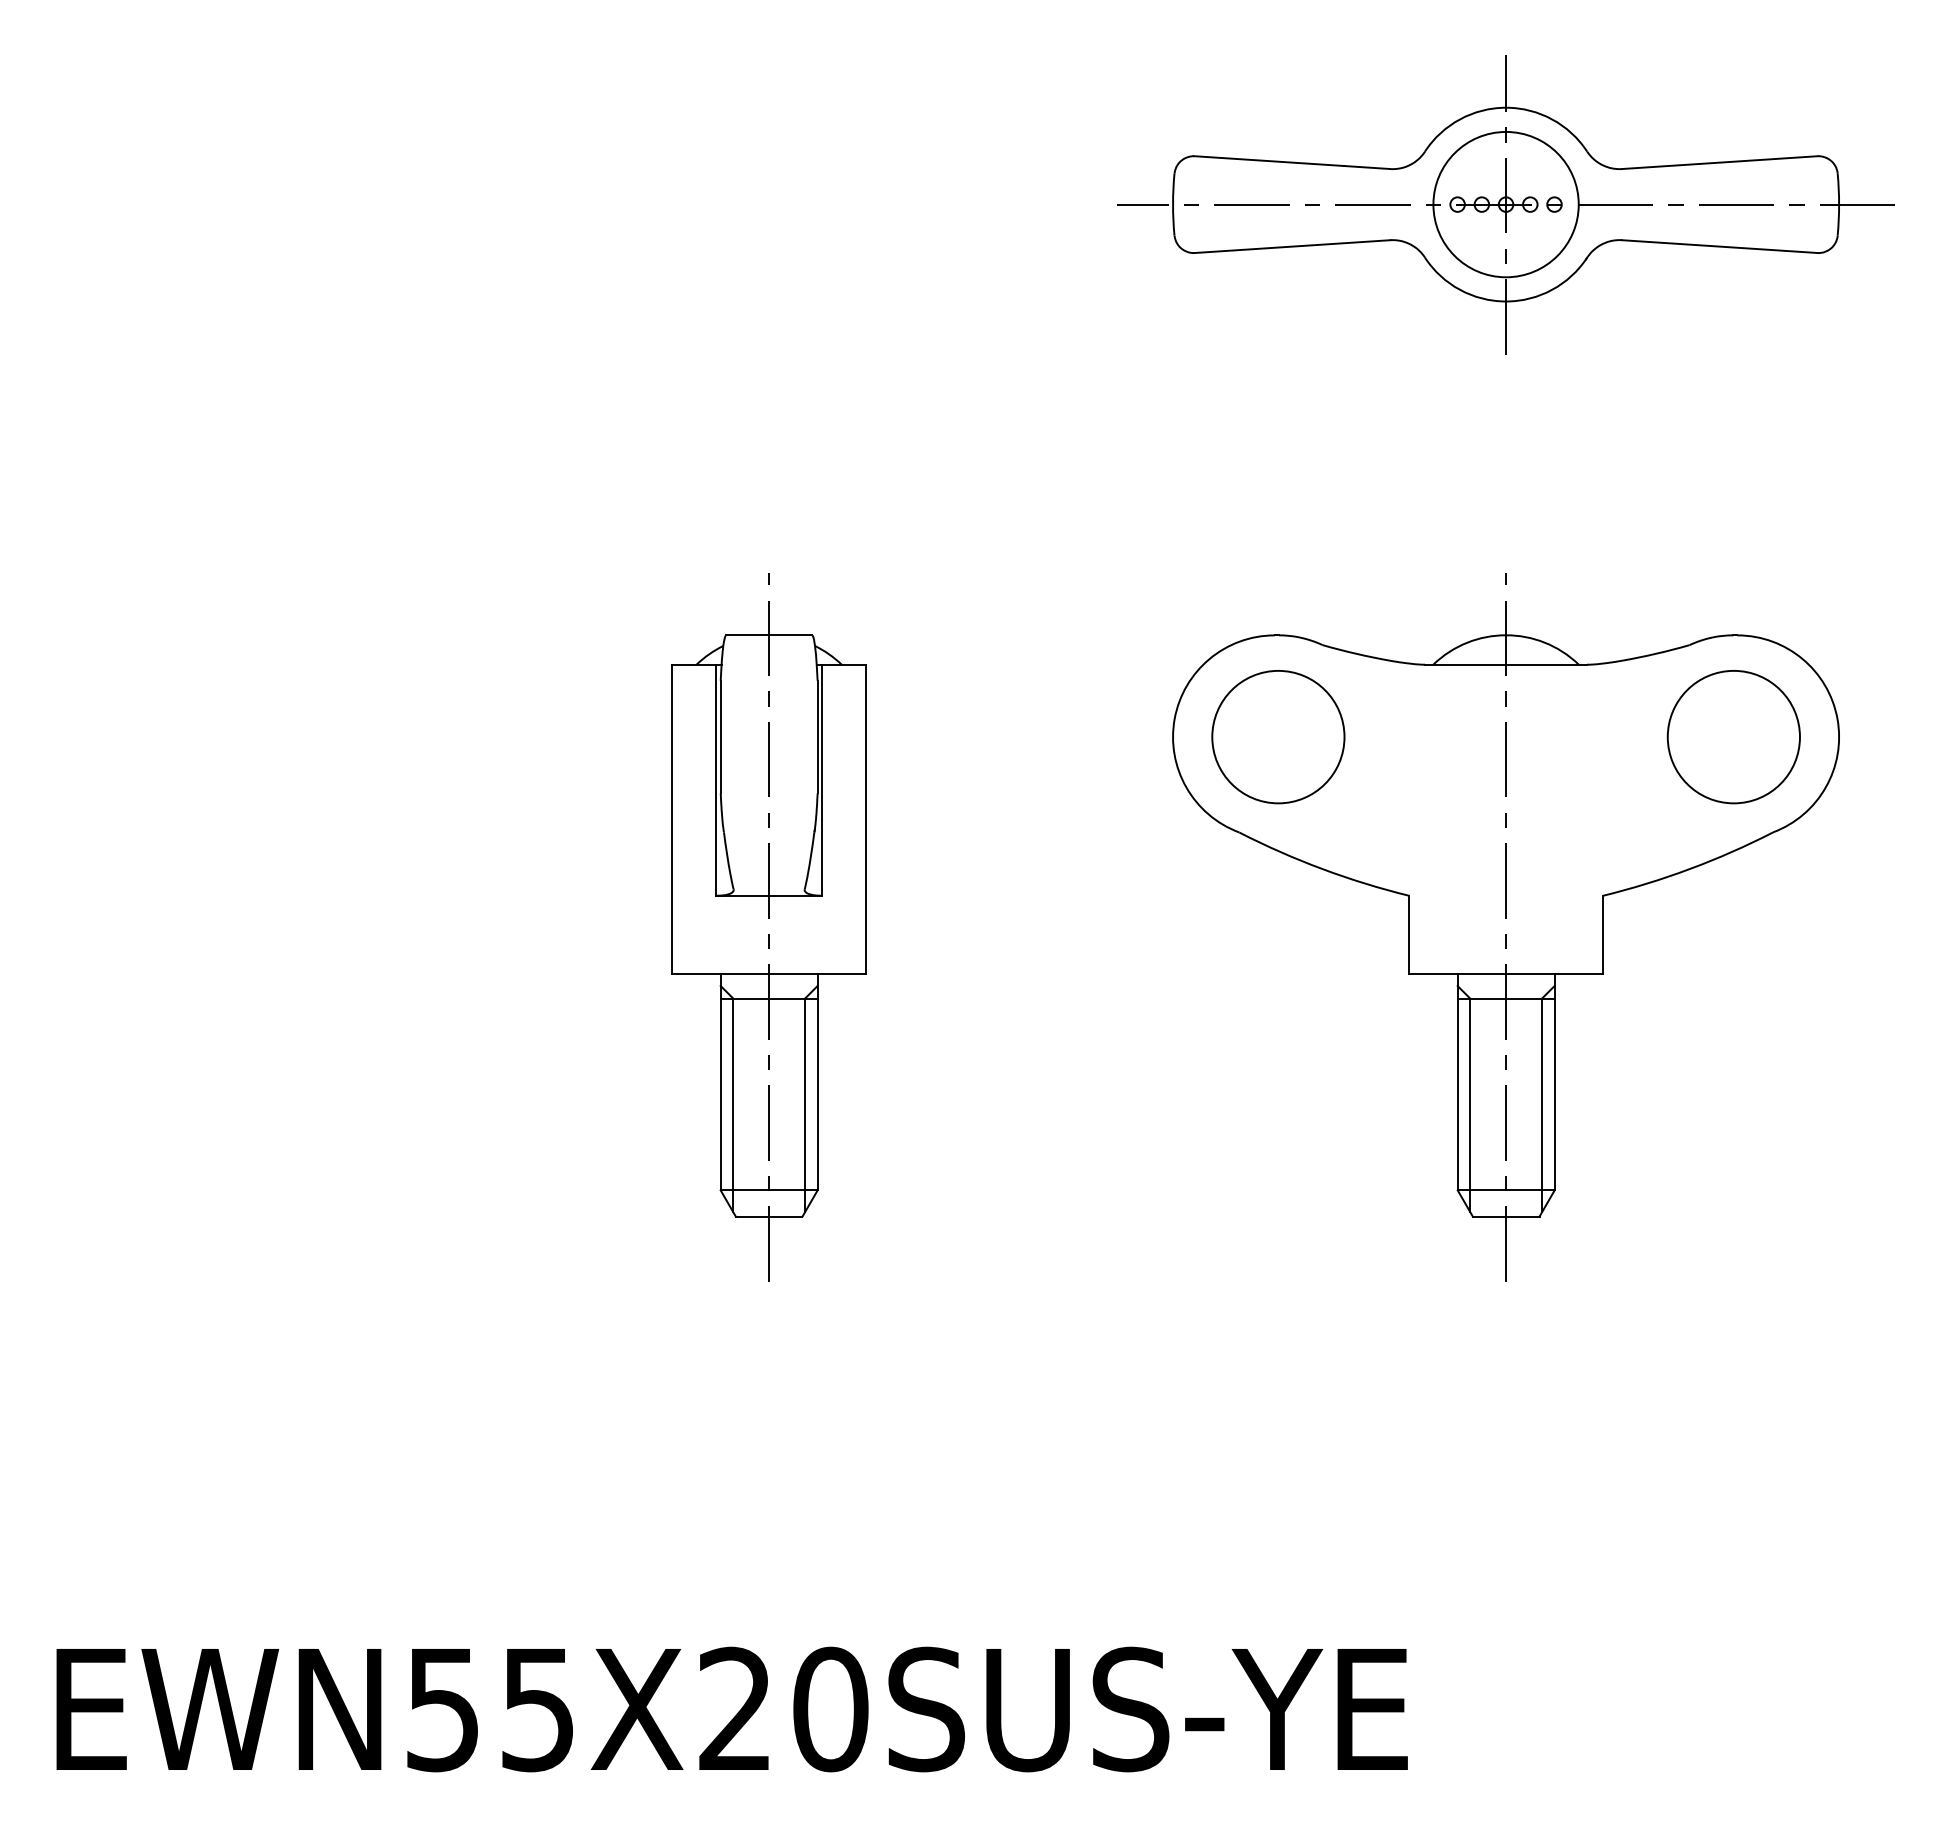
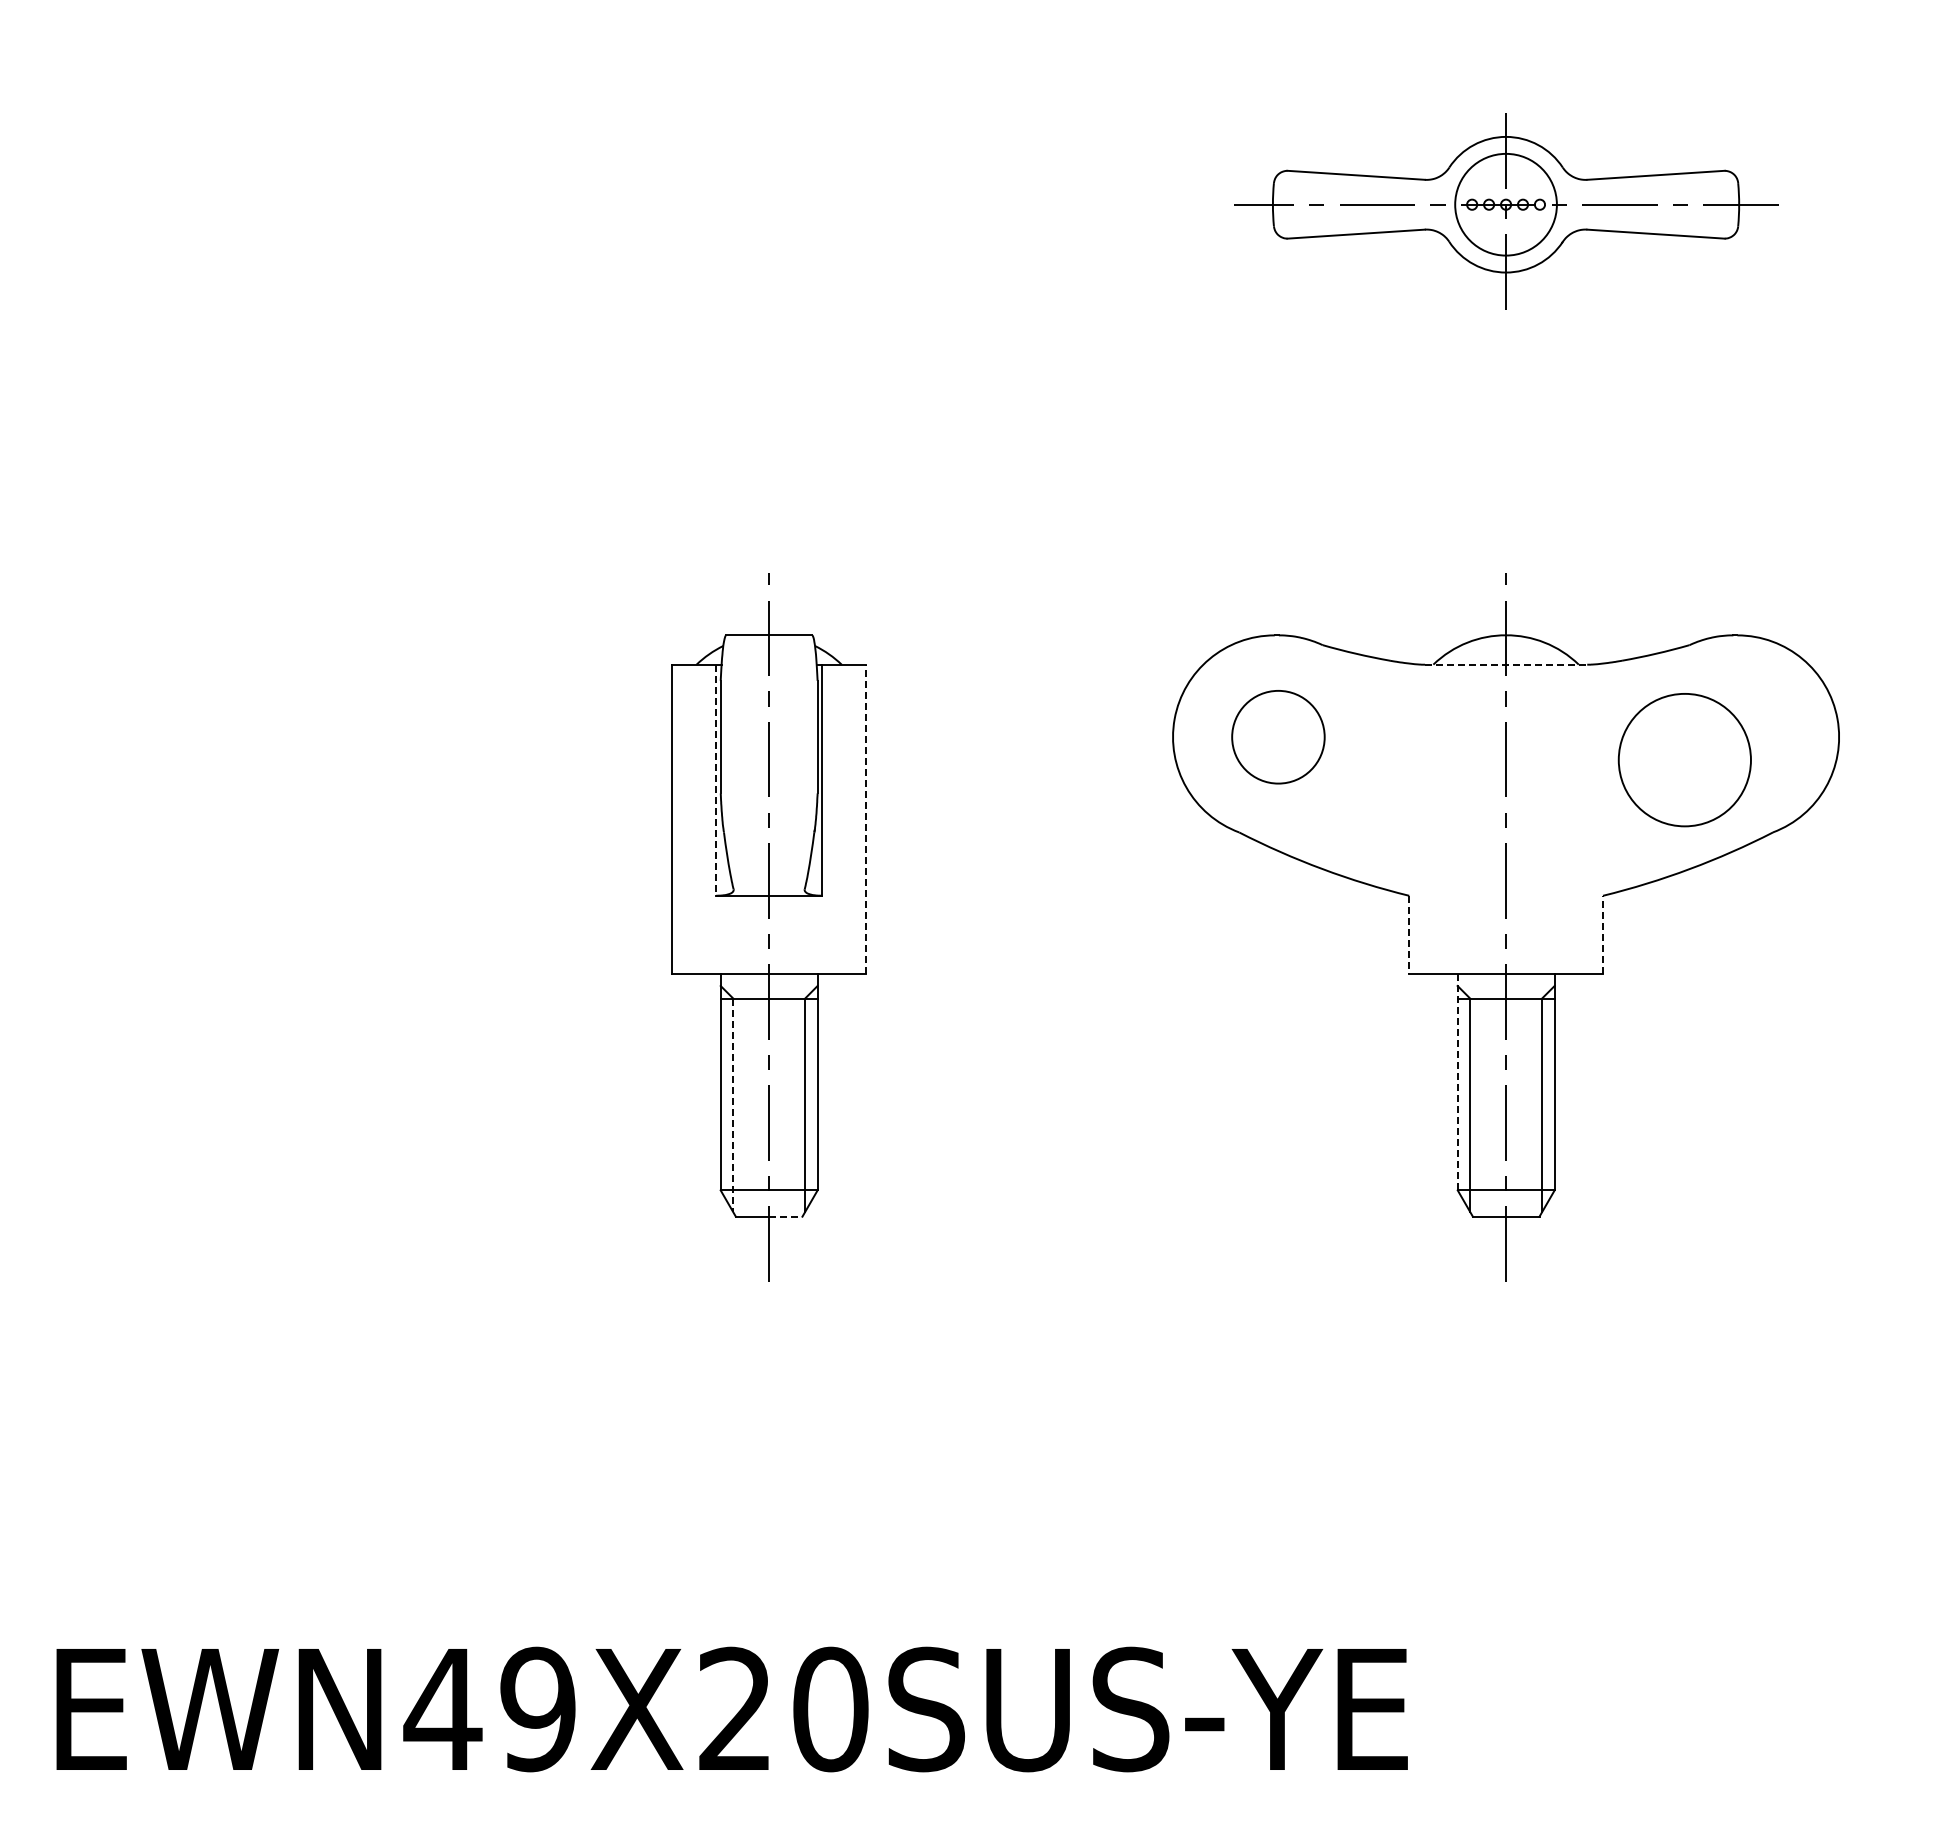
part at (1505, 204) size: 778x300 px -> 545x197 px
line at (1506, 664): solid -> dashed
part at (1278, 737) size: 135x135 px -> 95x95 px
part at (1733, 737) position: (1733, 737) -> (1684, 760)
line at (716, 780): solid -> dashed
line at (866, 819): solid -> dashed
line at (1602, 934): solid -> dashed
line at (1409, 935): solid -> dashed
line at (1457, 1082): solid -> dashed
line at (733, 1105): solid -> dashed
line at (785, 1216): solid -> dashed
text at (489, 1709): EWN55X20SUS-YE -> EWN49X20SUS-YE
